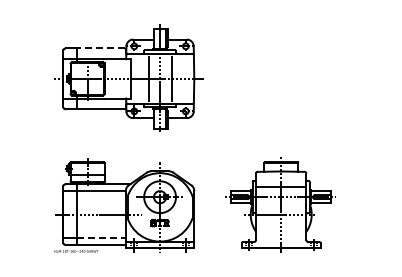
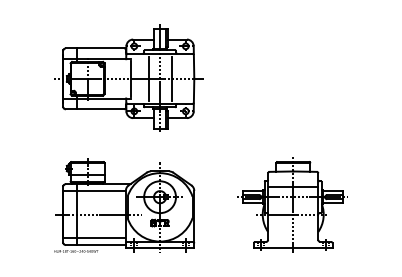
line at (100, 48): dashed -> solid
part at (280, 204) position: (280, 204) -> (292, 204)
line at (101, 237): dashed -> solid
